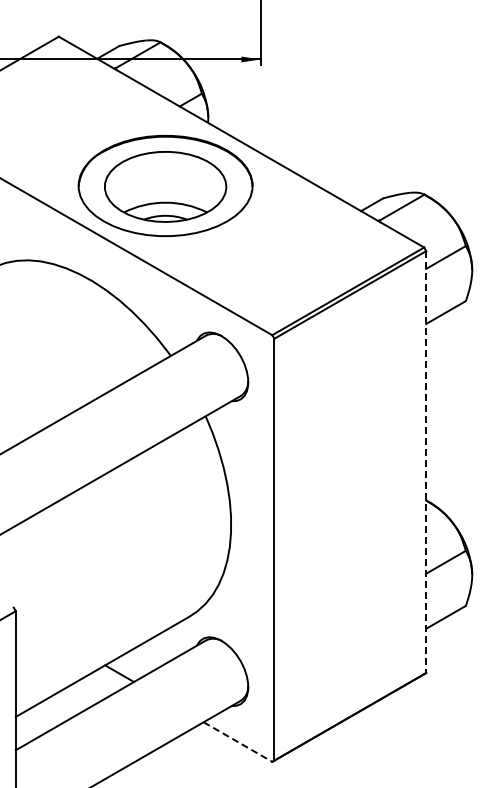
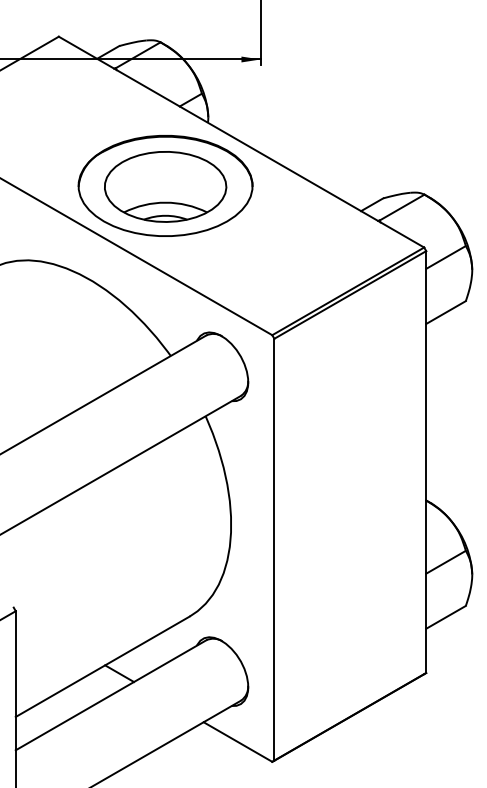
line at (426, 462): dashed -> solid
line at (237, 742): dashed -> solid
